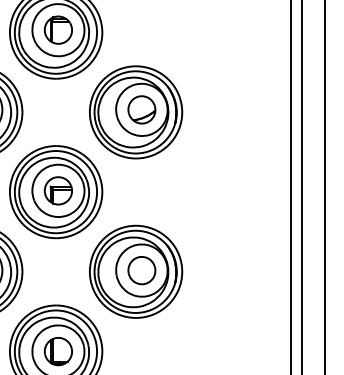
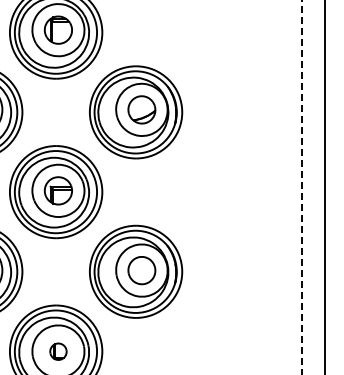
line at (291, 186): present -> none
line at (301, 187): solid -> dashed
part at (58, 351) size: 29x30 px -> 19x19 px
